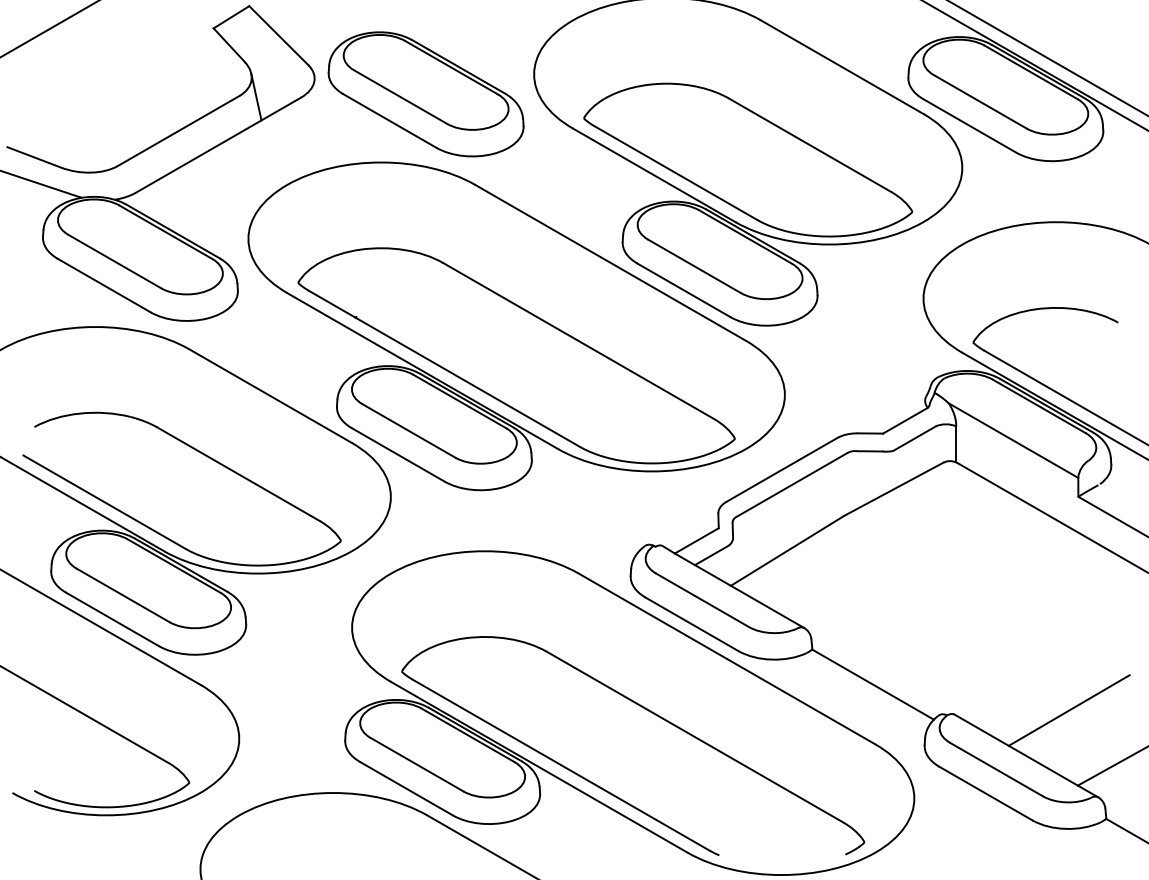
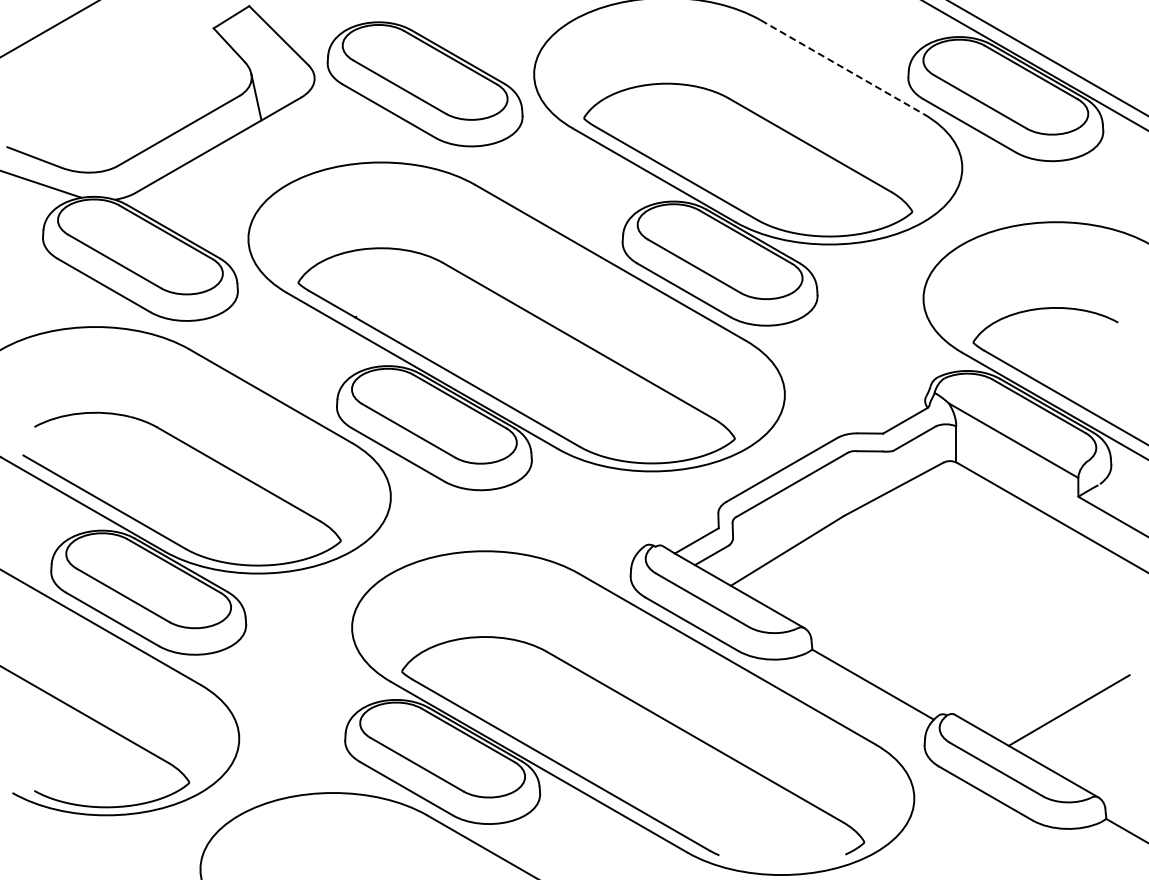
line at (842, 67): solid -> dashed
part at (425, 94) position: (425, 94) -> (424, 84)
line at (1111, 766): present -> none
